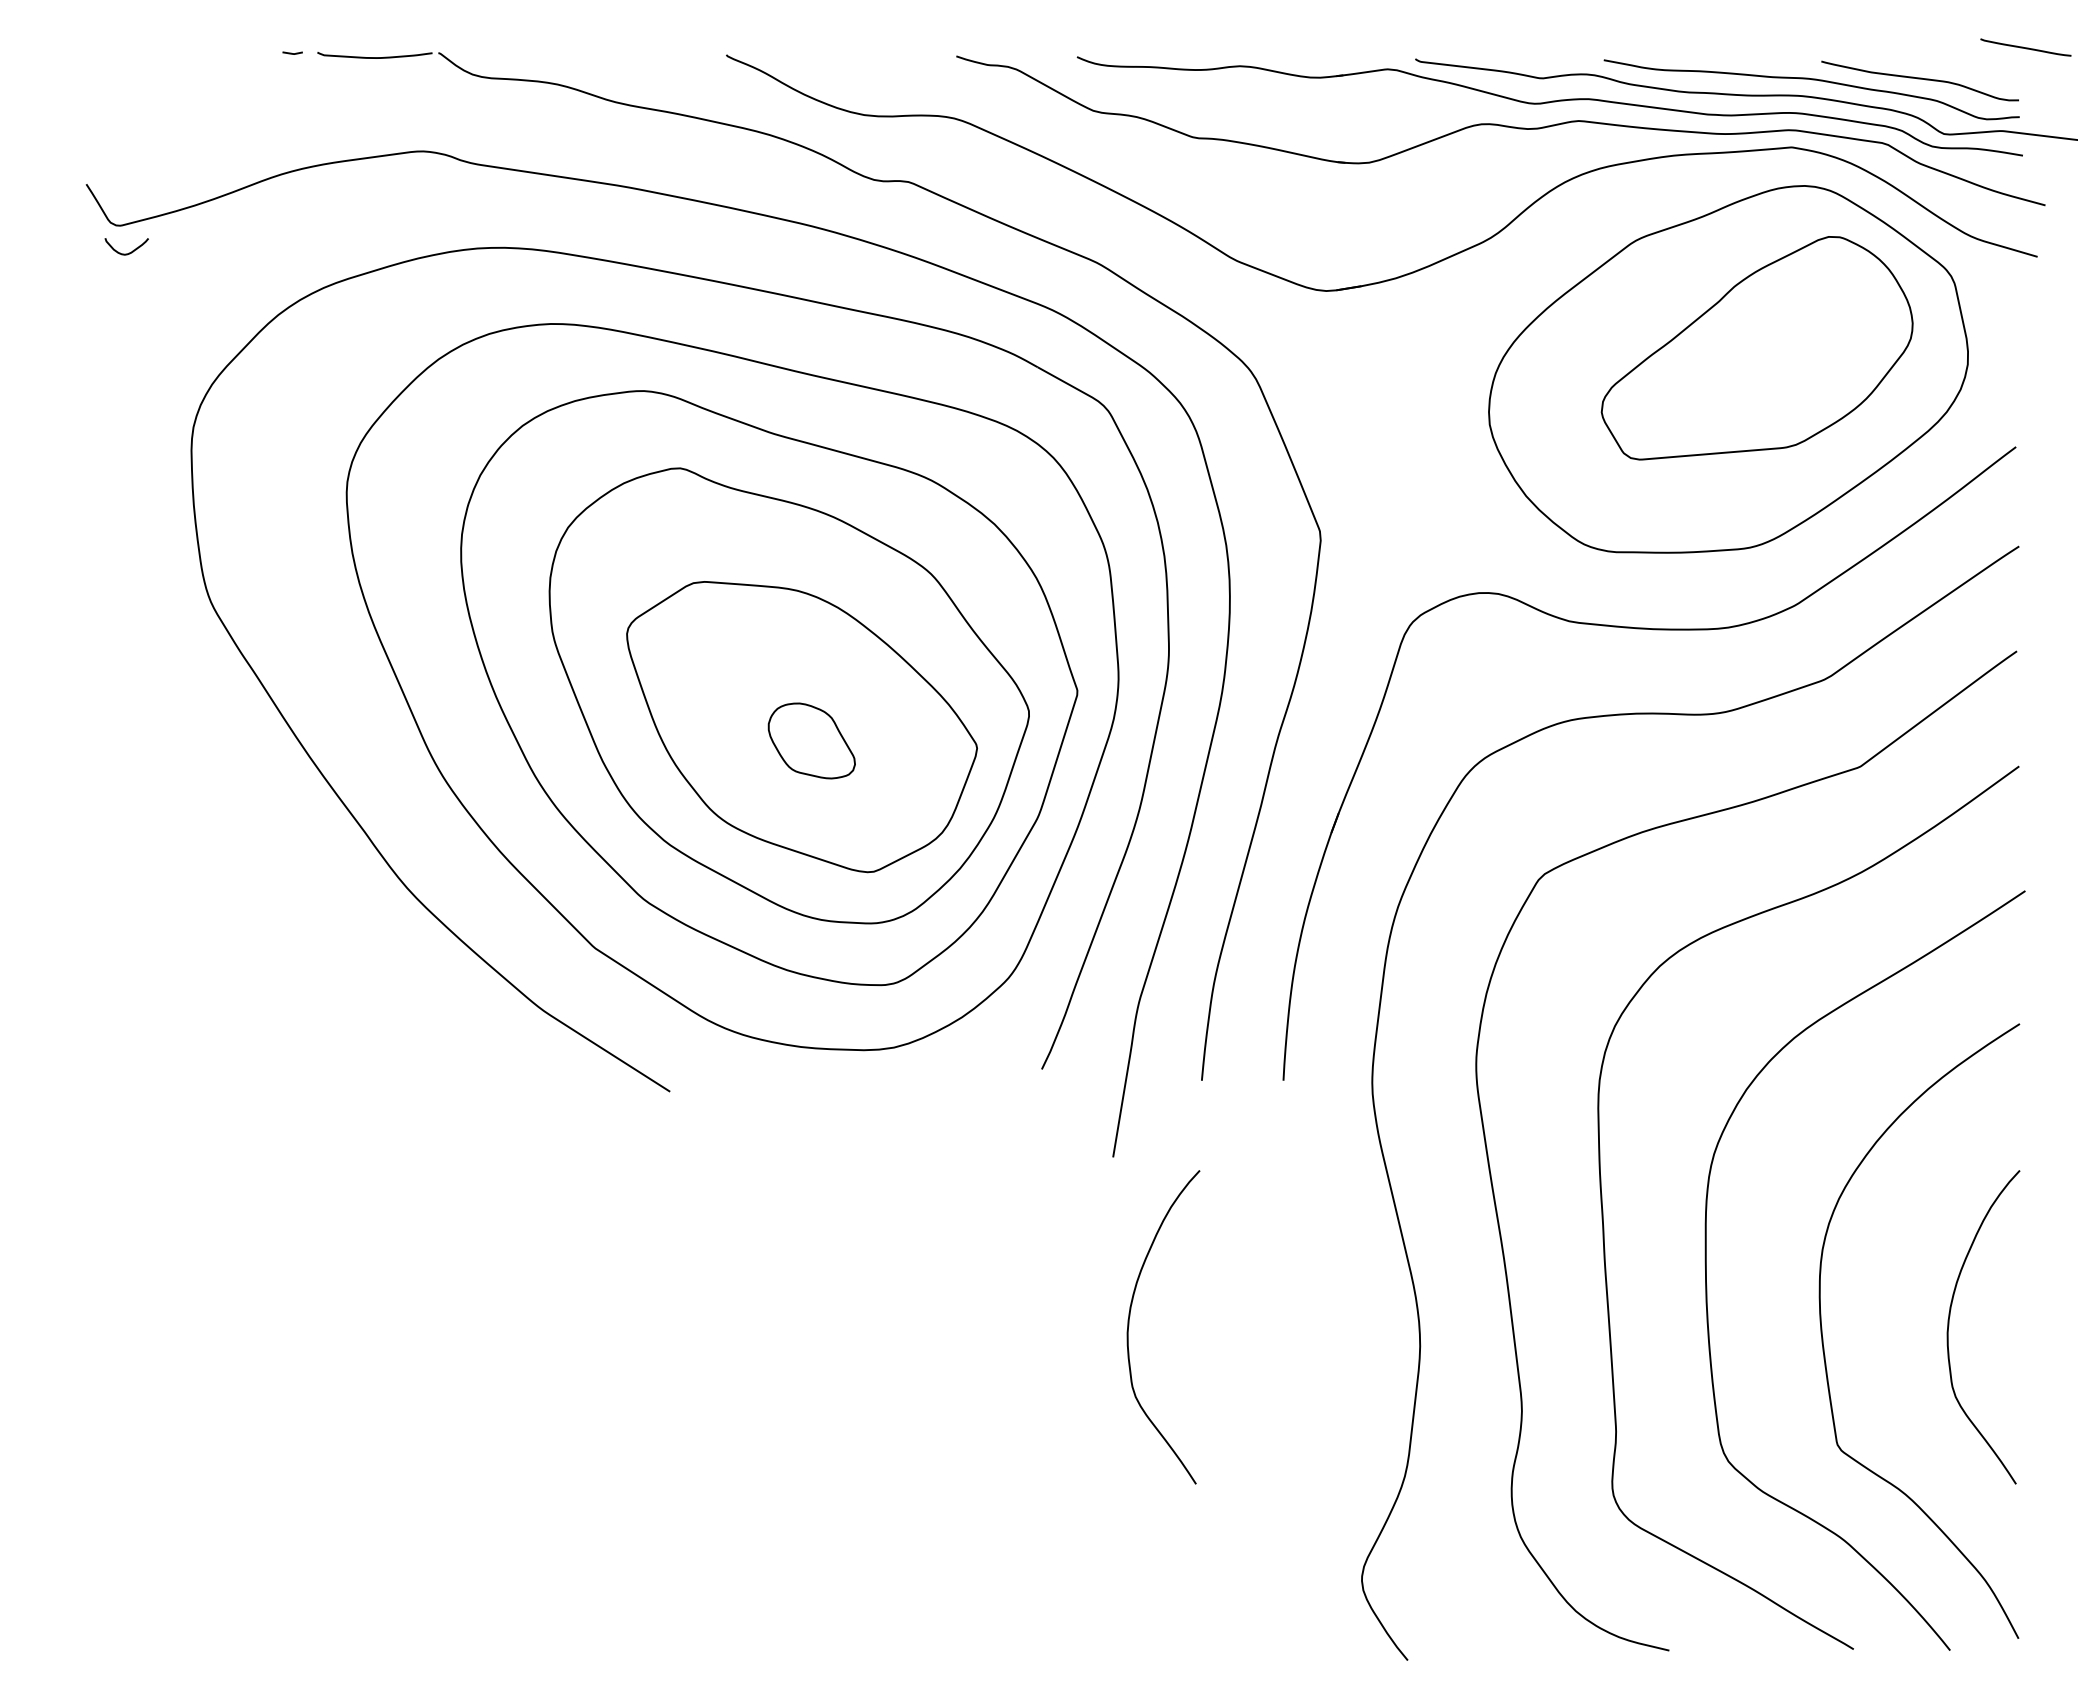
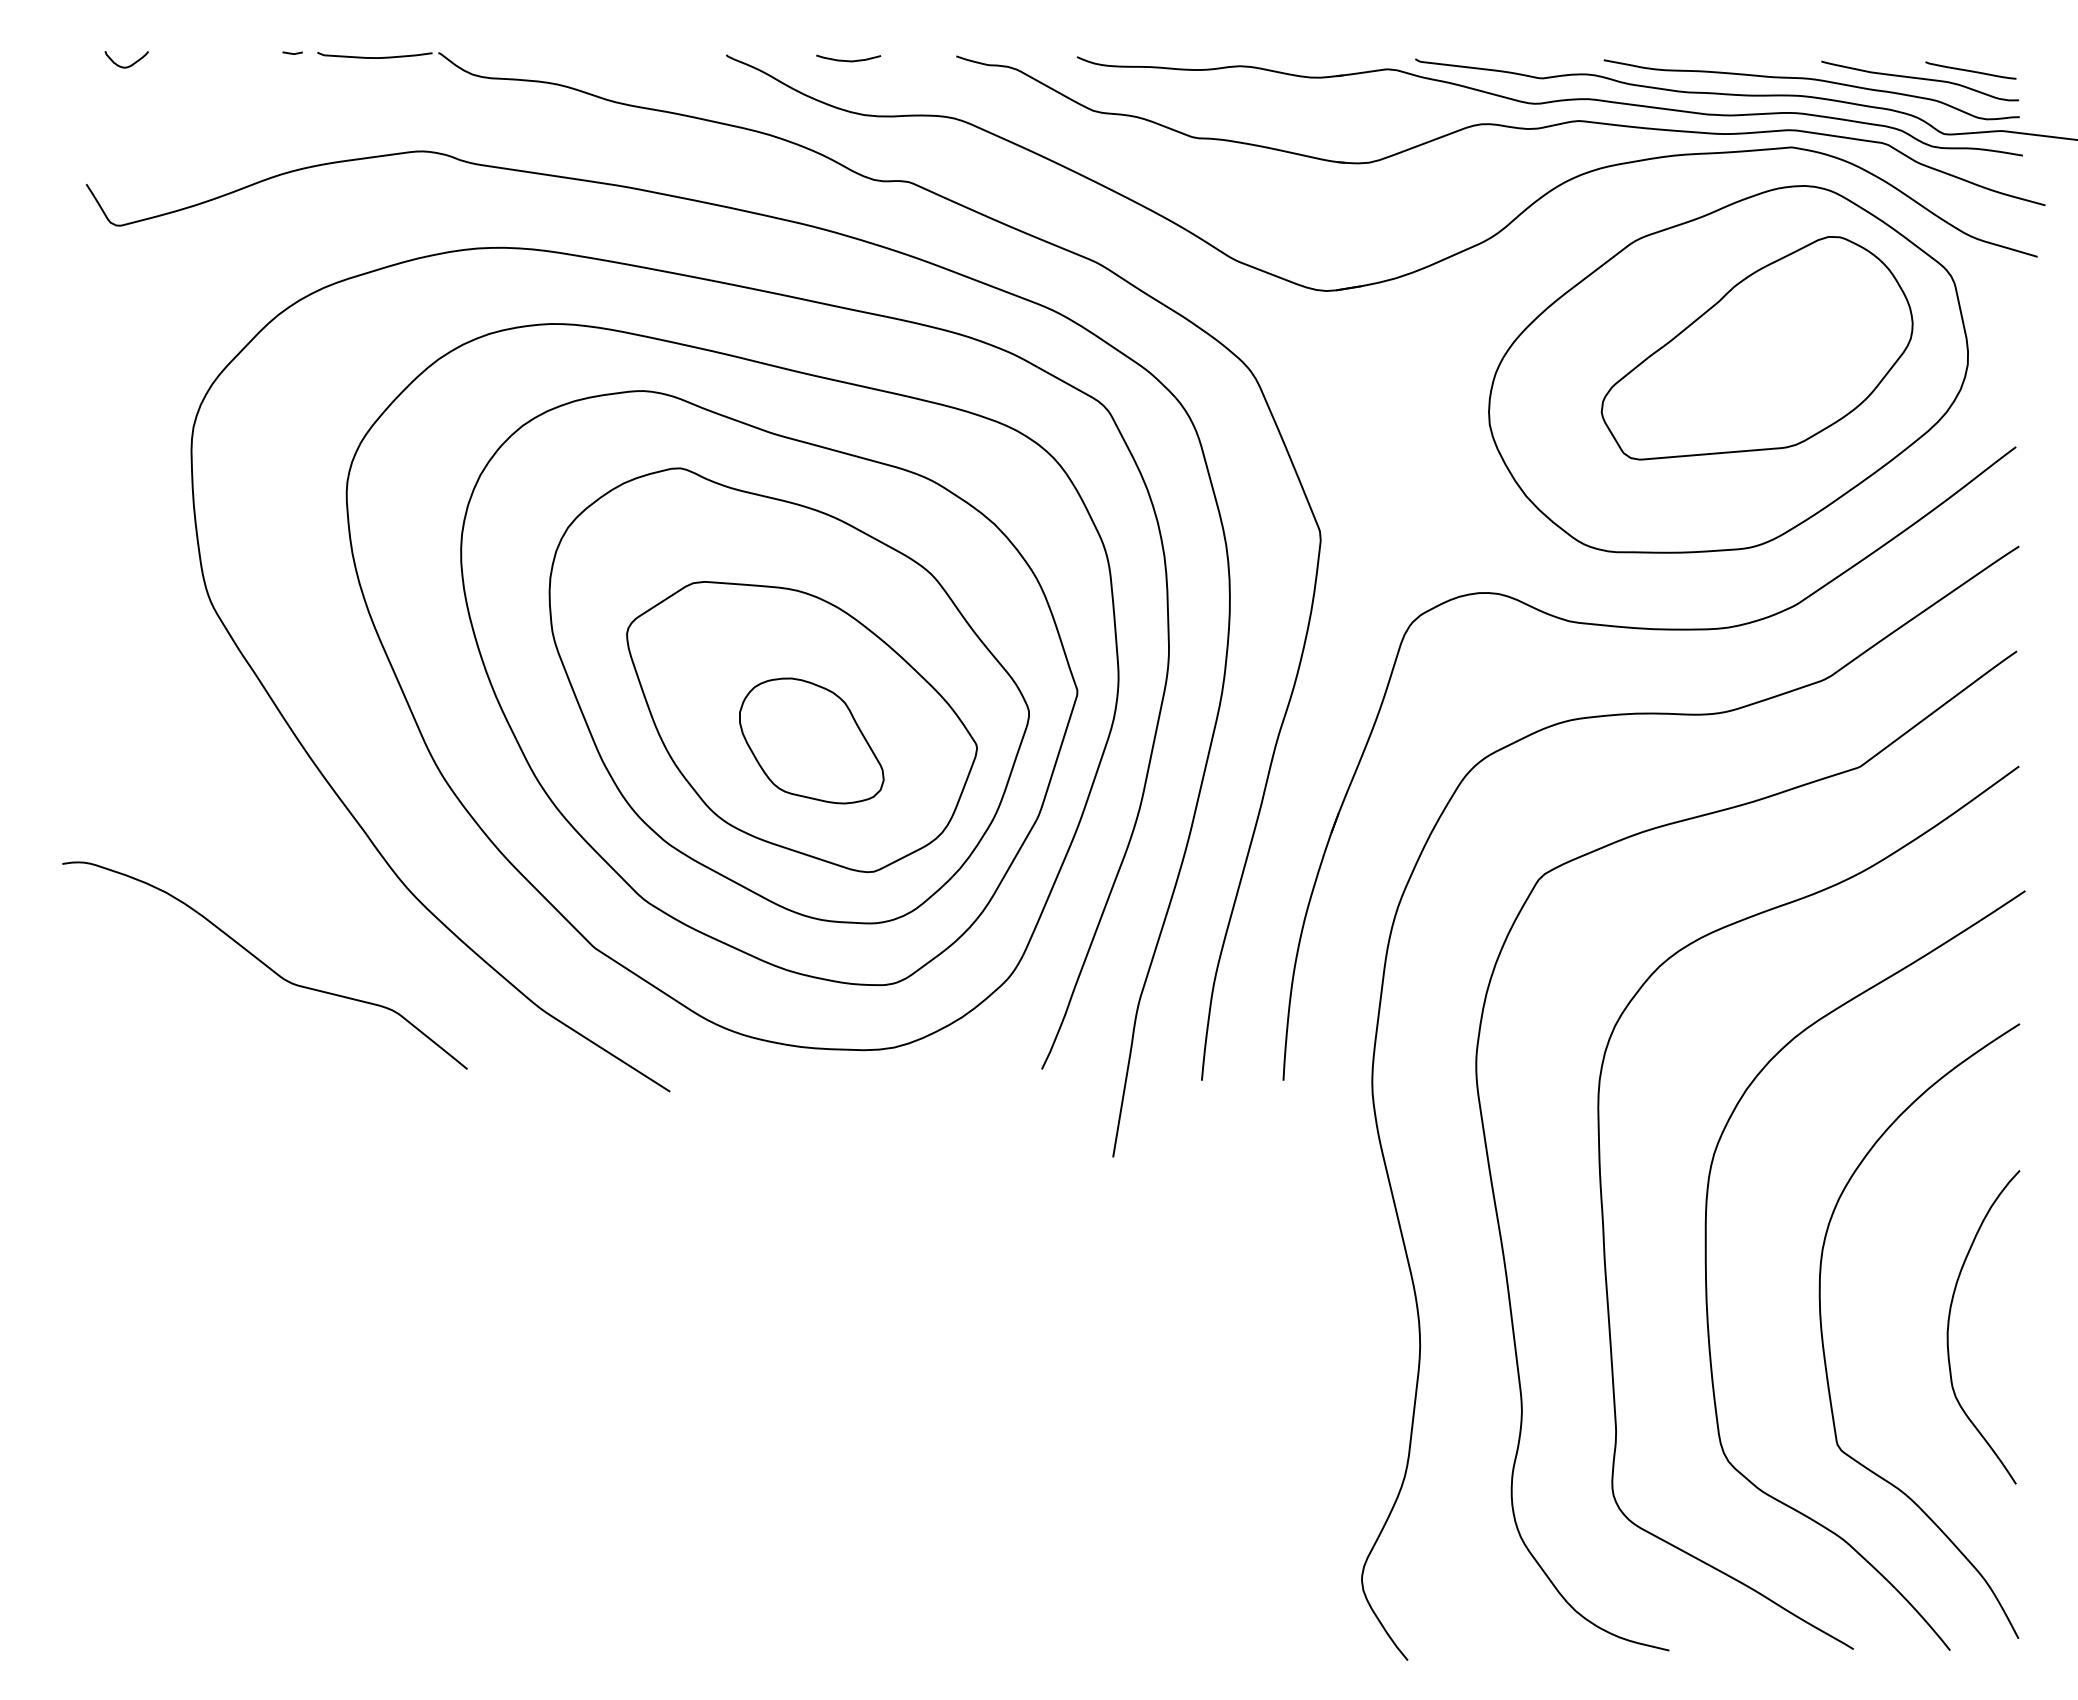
line at (2025, 47) position: (2025, 47) -> (1970, 70)
curve at (848, 60): none -> present
curve at (129, 252) position: (129, 252) -> (129, 65)
part at (811, 740) size: 89x78 px -> 146x128 px
curve at (264, 965): none -> present
curve at (1129, 1326): present -> none
